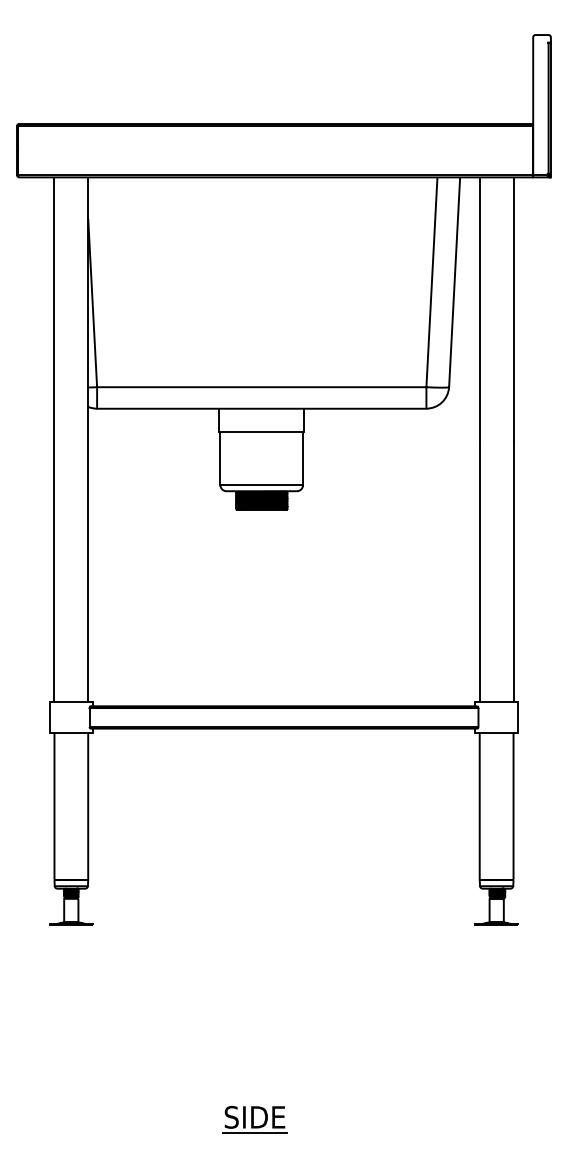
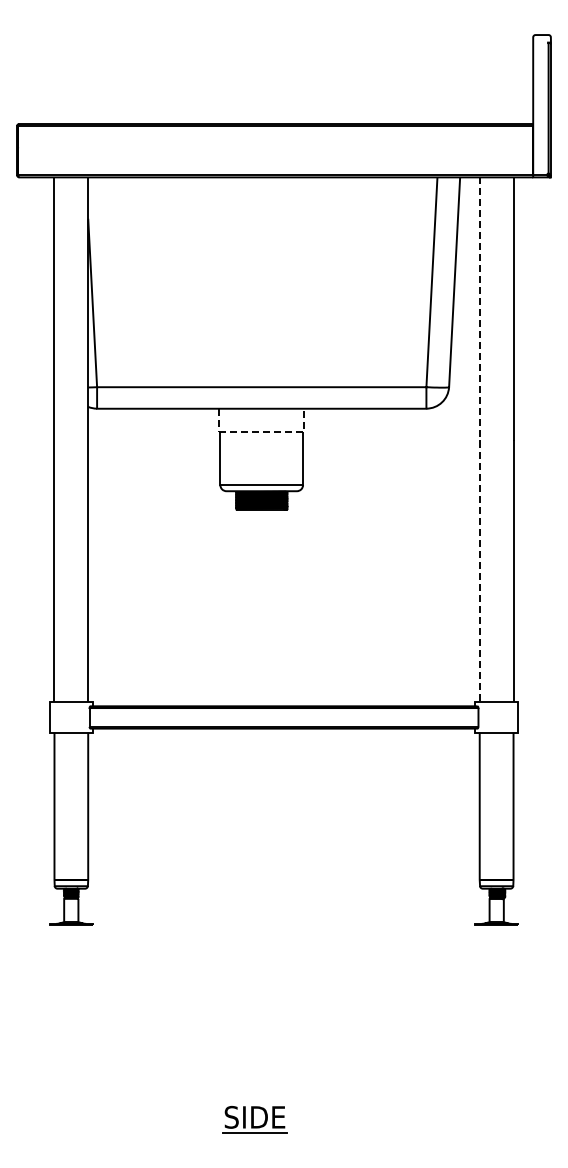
line at (262, 431): solid -> dashed
line at (479, 440): solid -> dashed
